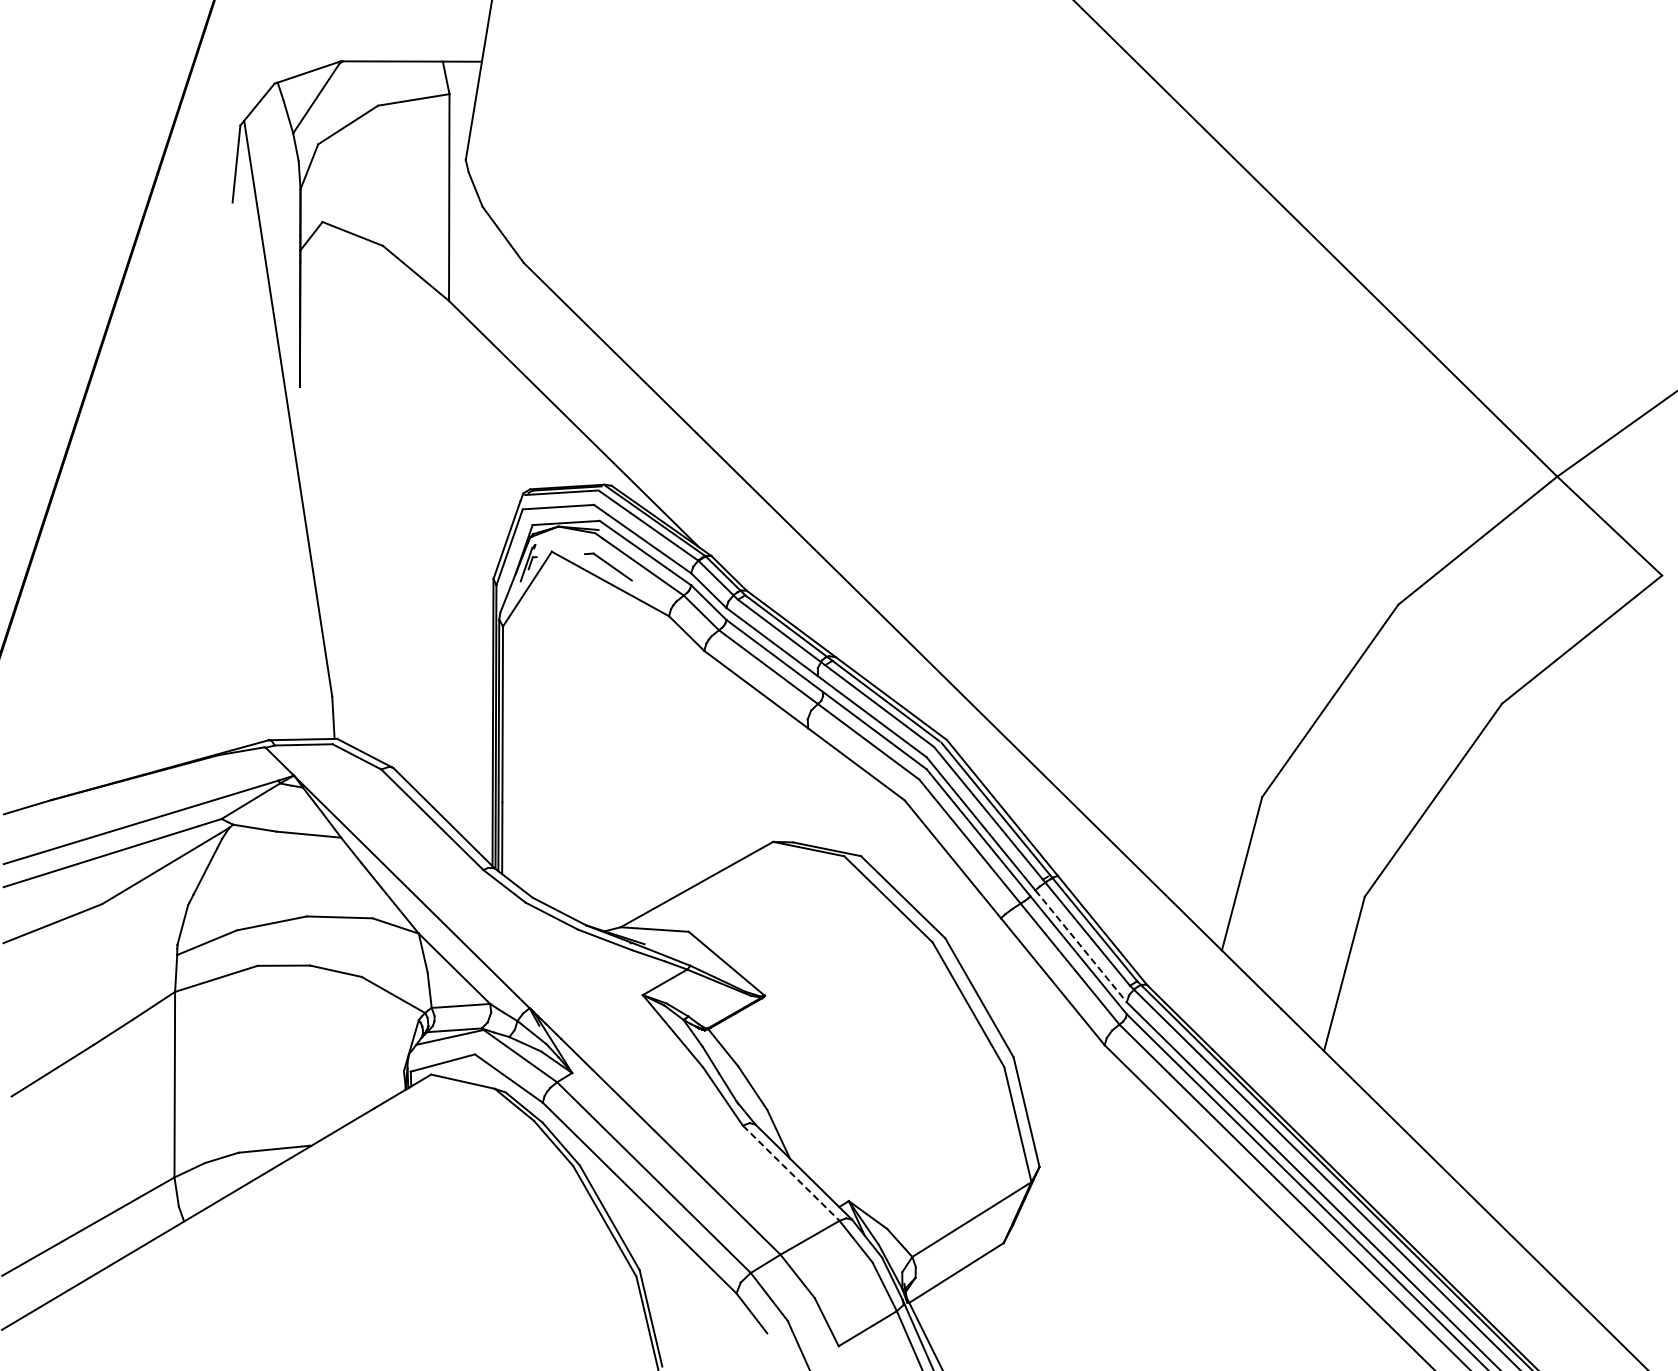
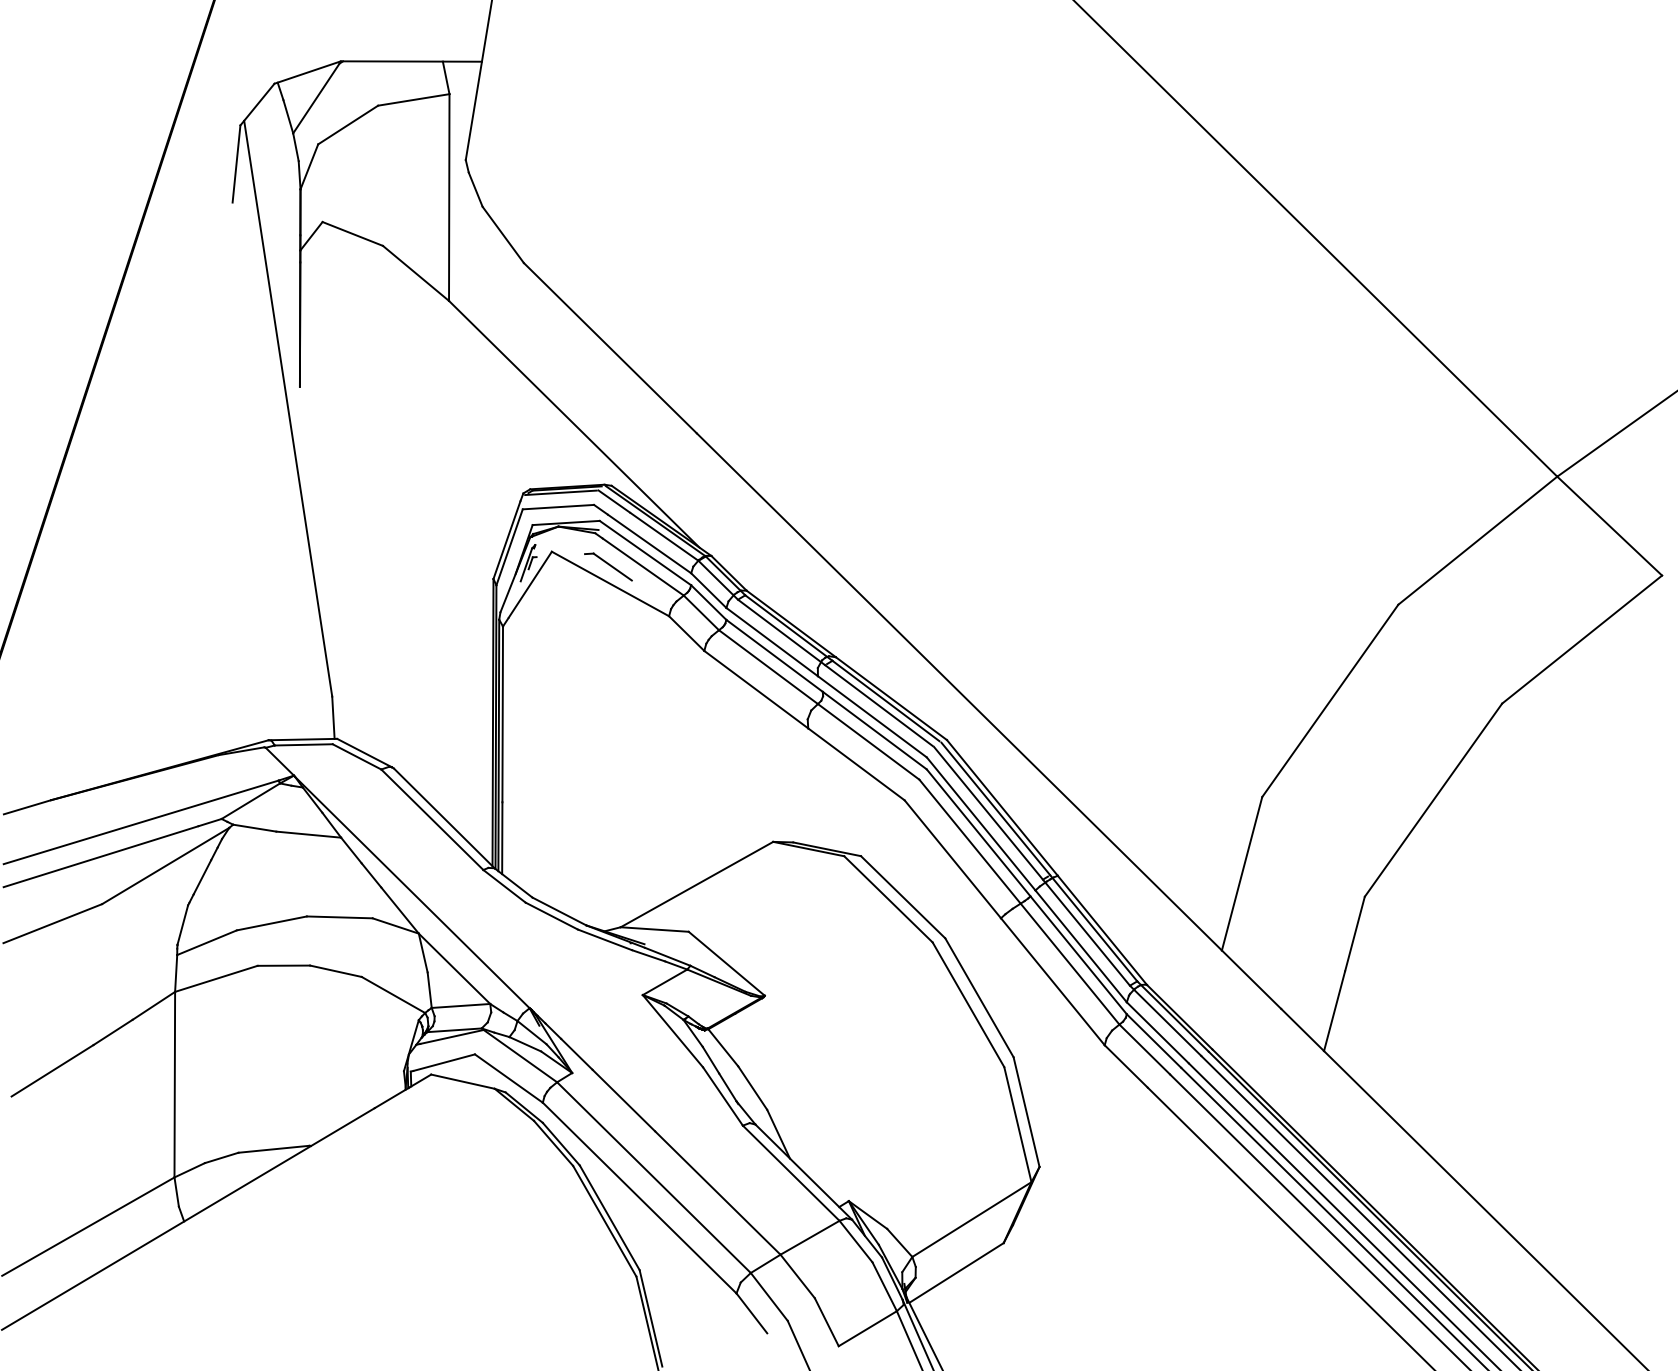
line at (1081, 946): dashed -> solid
line at (791, 1173): dashed -> solid
